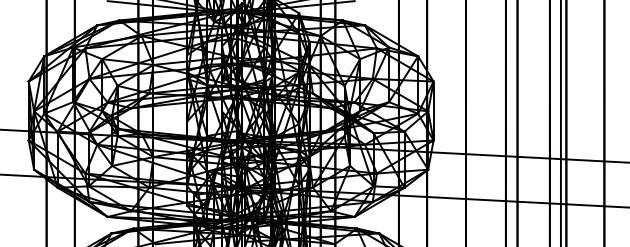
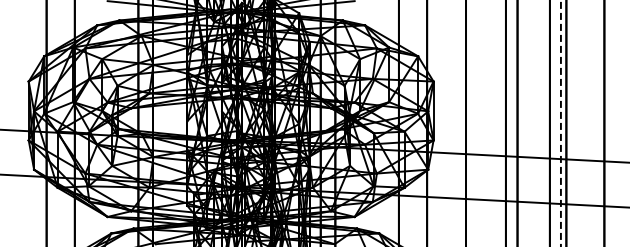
line at (560, 123): solid -> dashed
